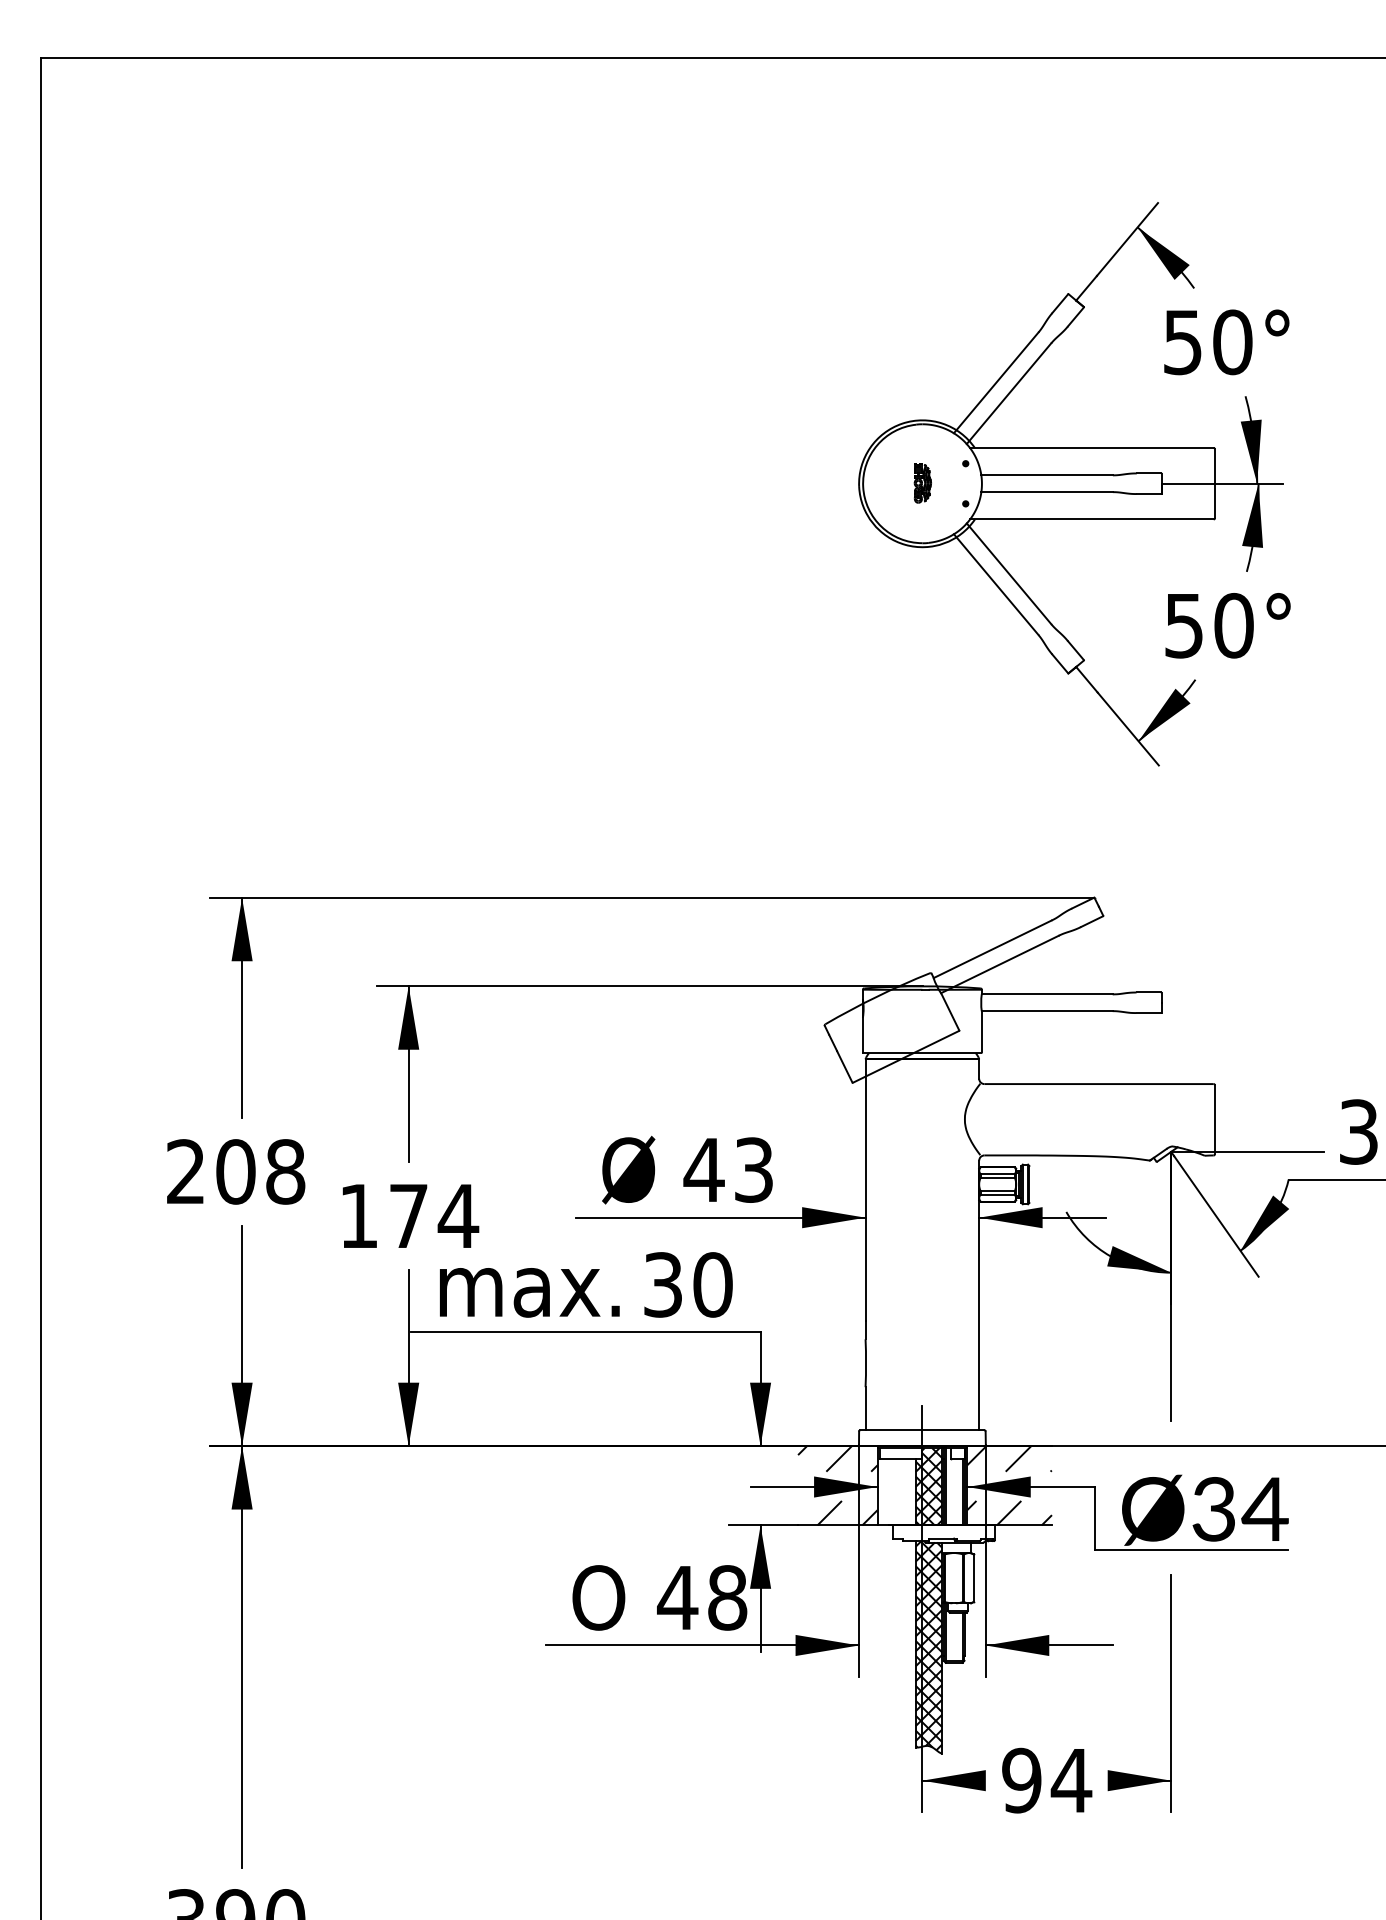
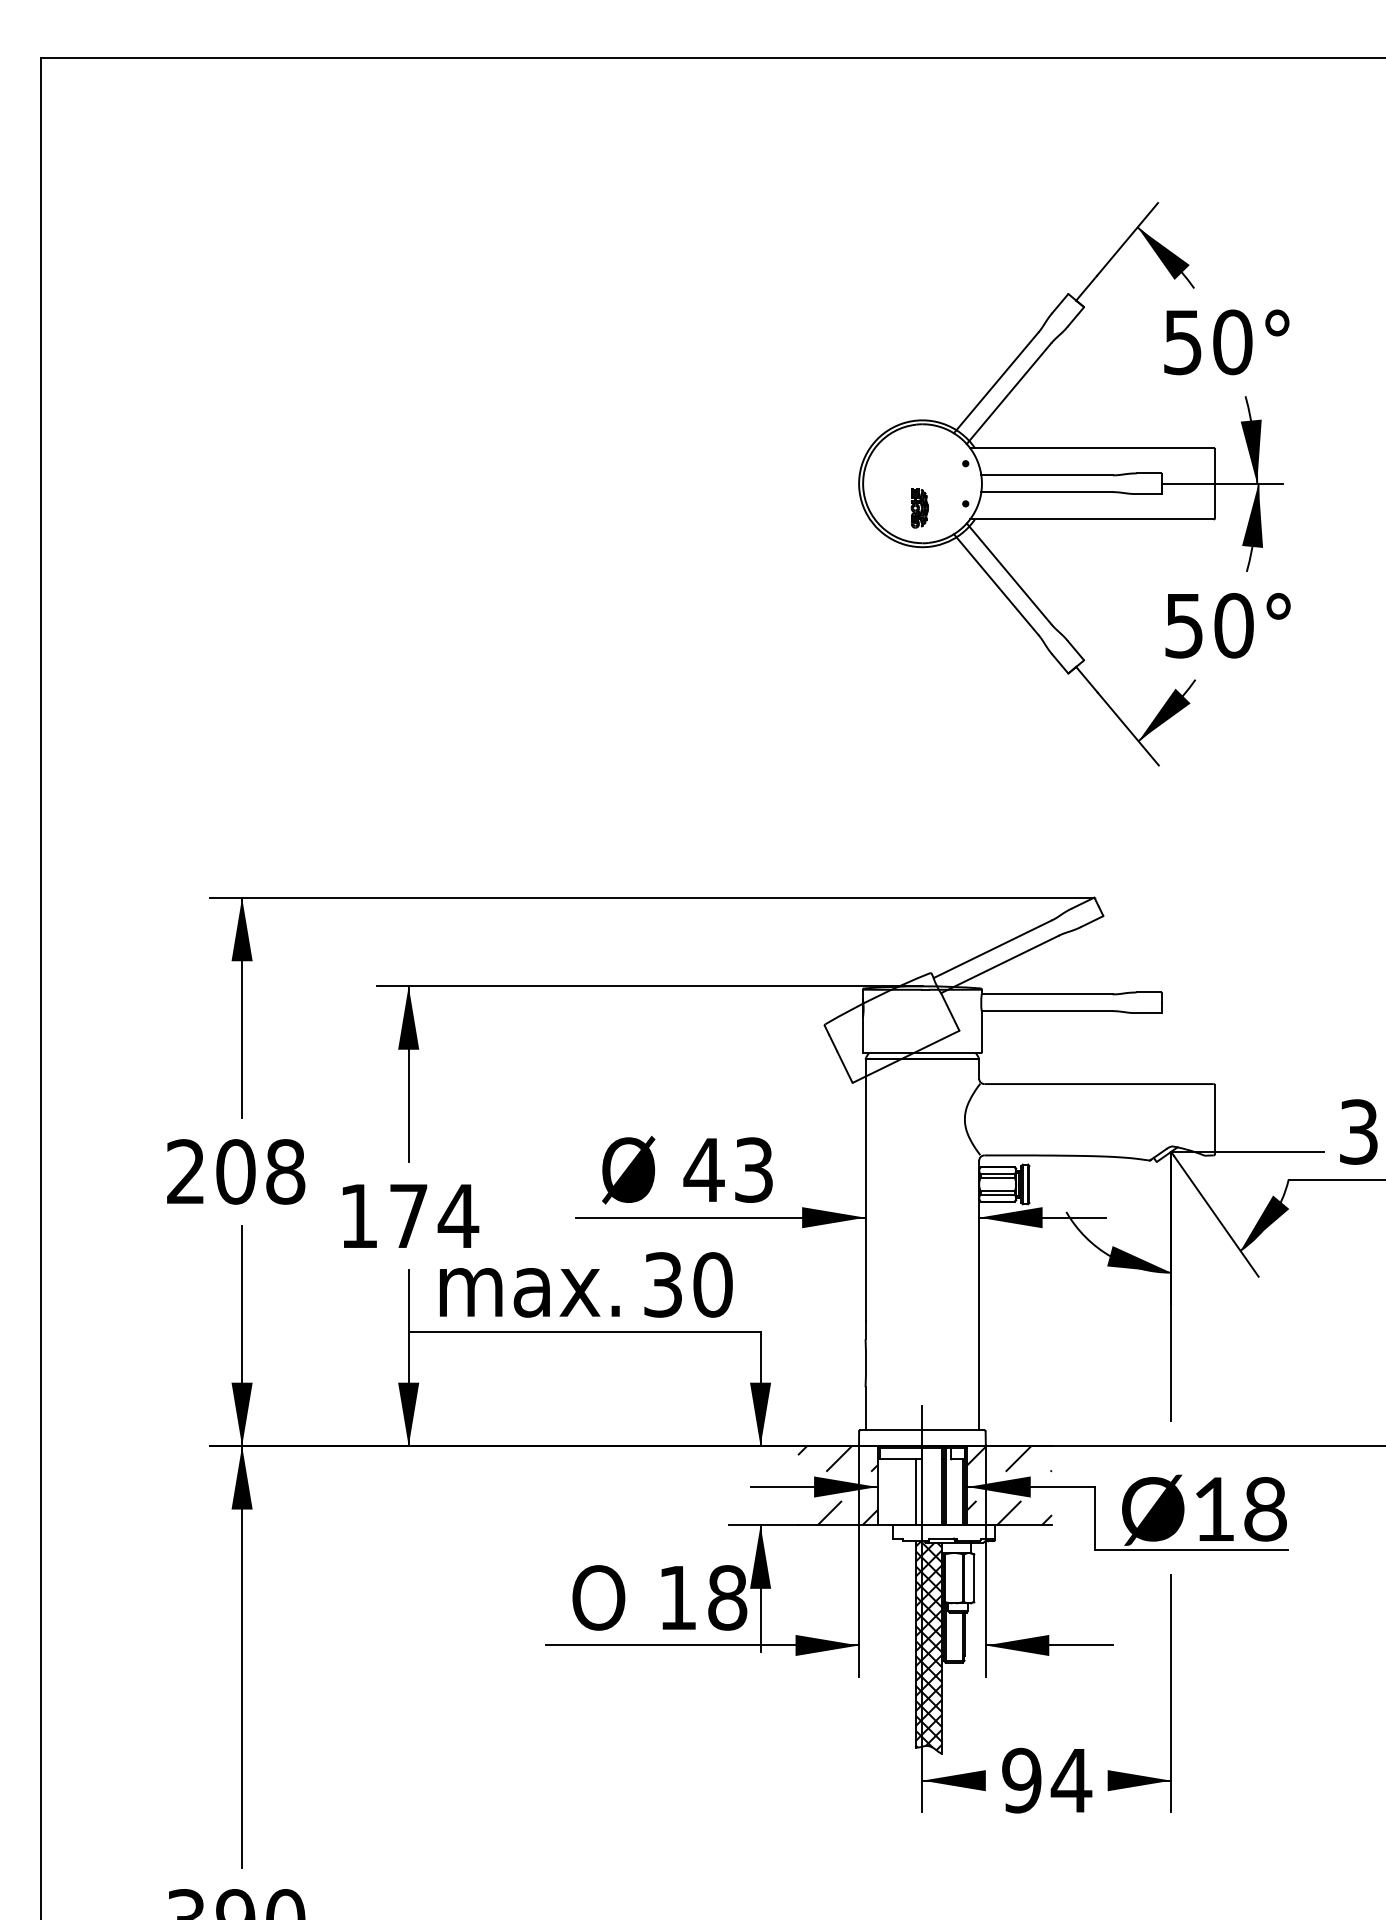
part at (922, 483) position: (922, 483) -> (919, 508)
hatch at (928, 1486): present -> none
text at (1240, 1509): Ø34 -> Ø18
text at (677, 1597): 48 -> 18
